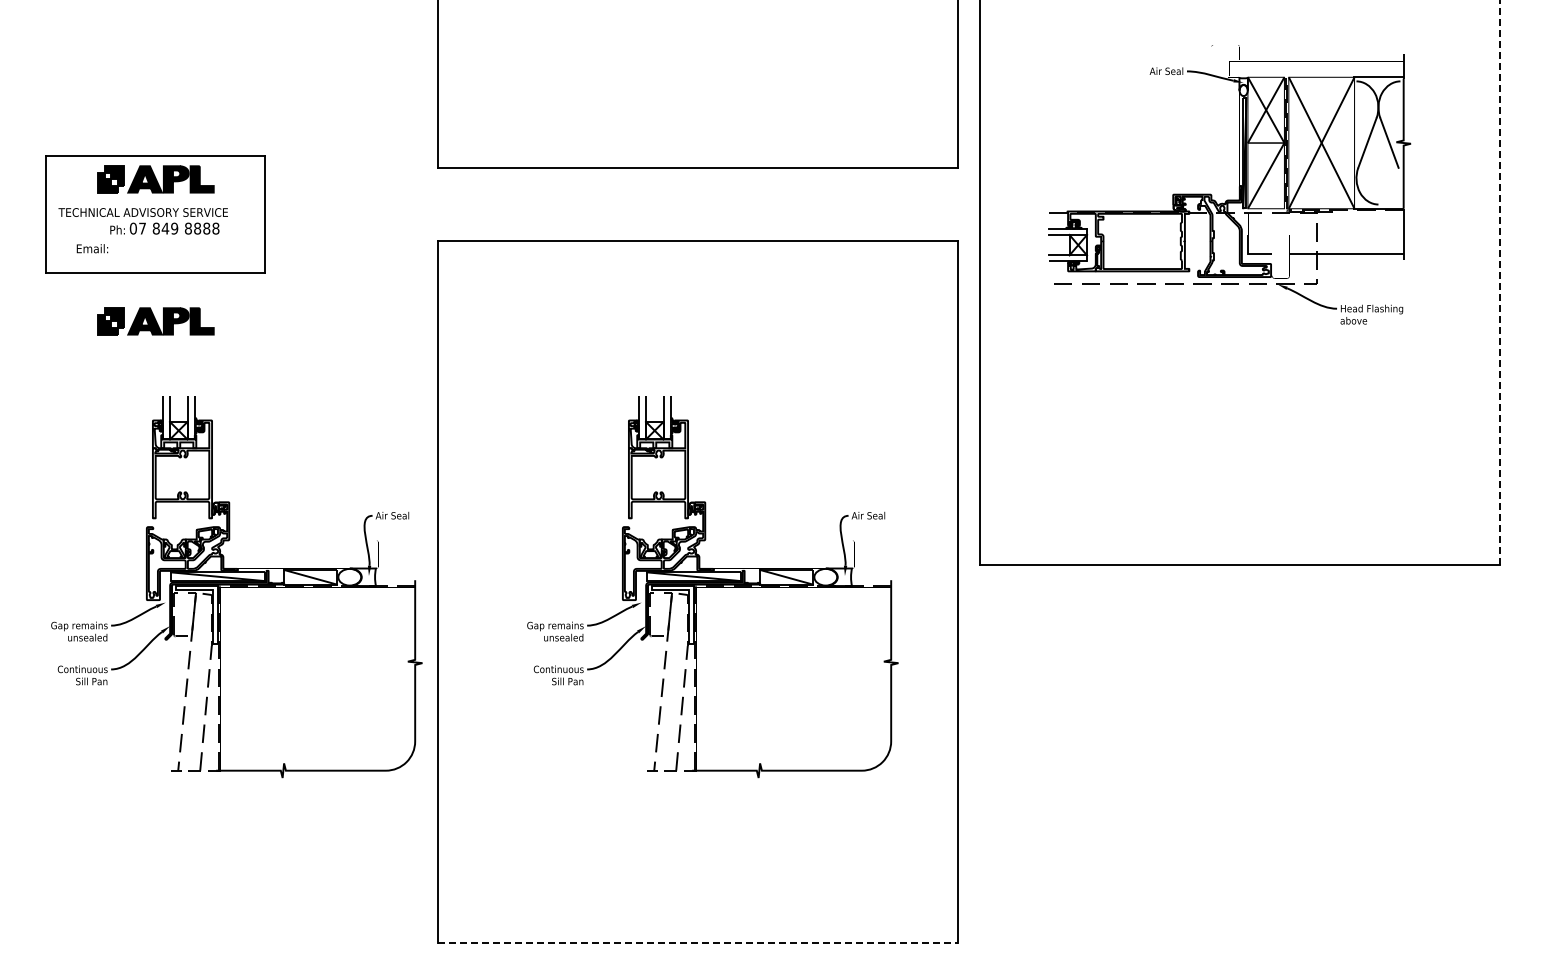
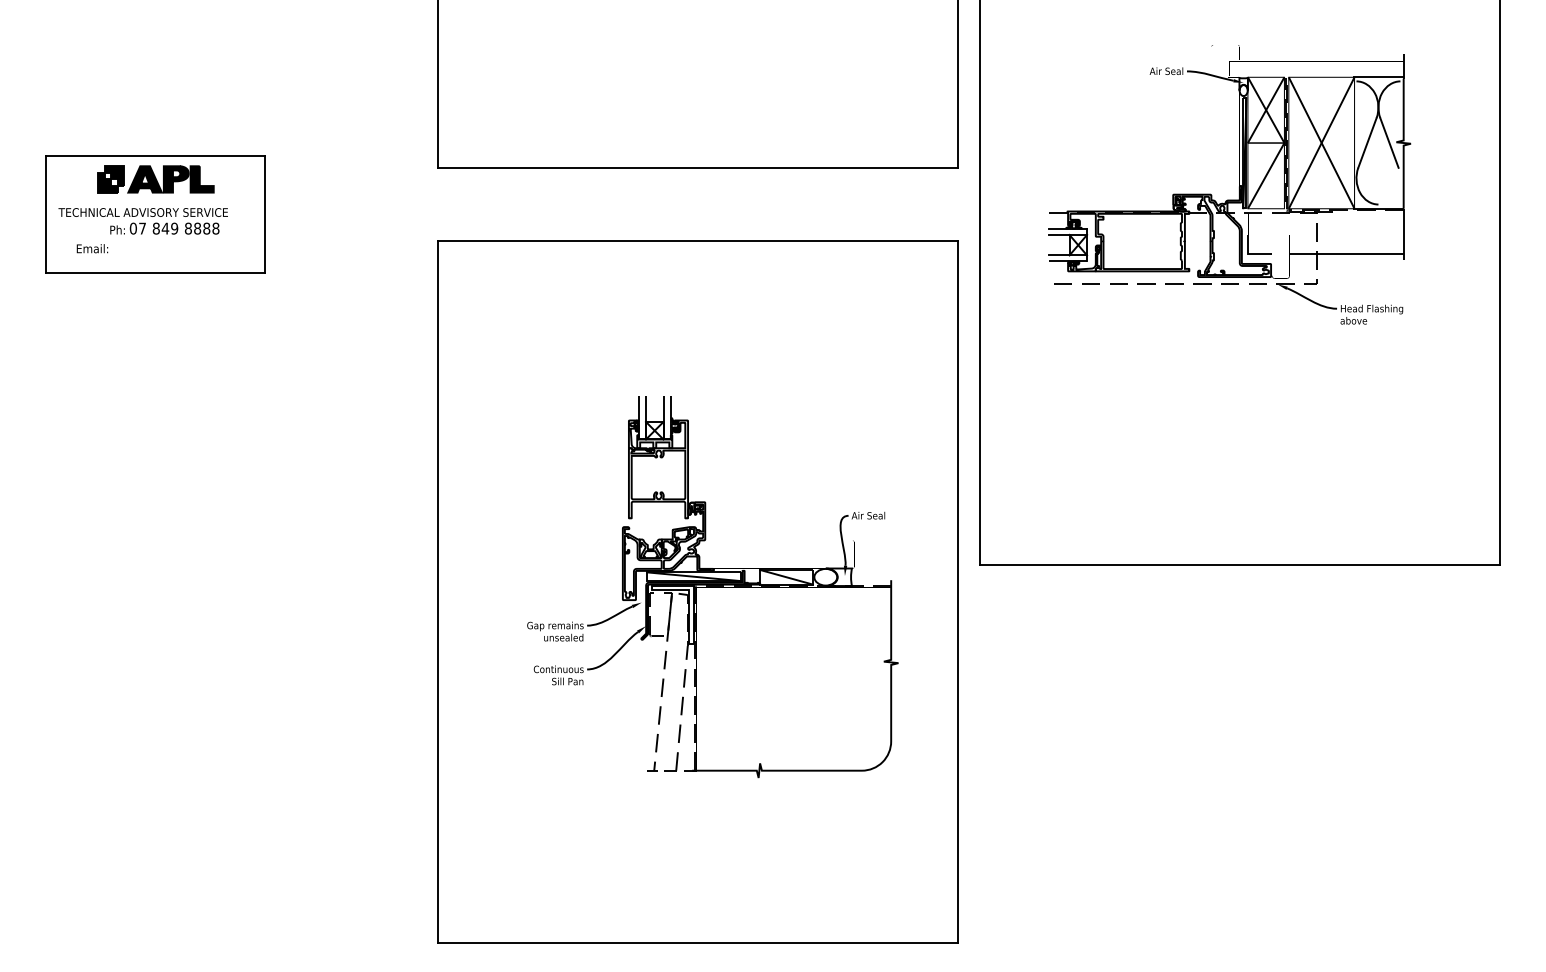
line at (1499, 282): dashed -> solid
part at (155, 321): present -> none
part at (236, 587): present -> none
line at (697, 942): dashed -> solid
